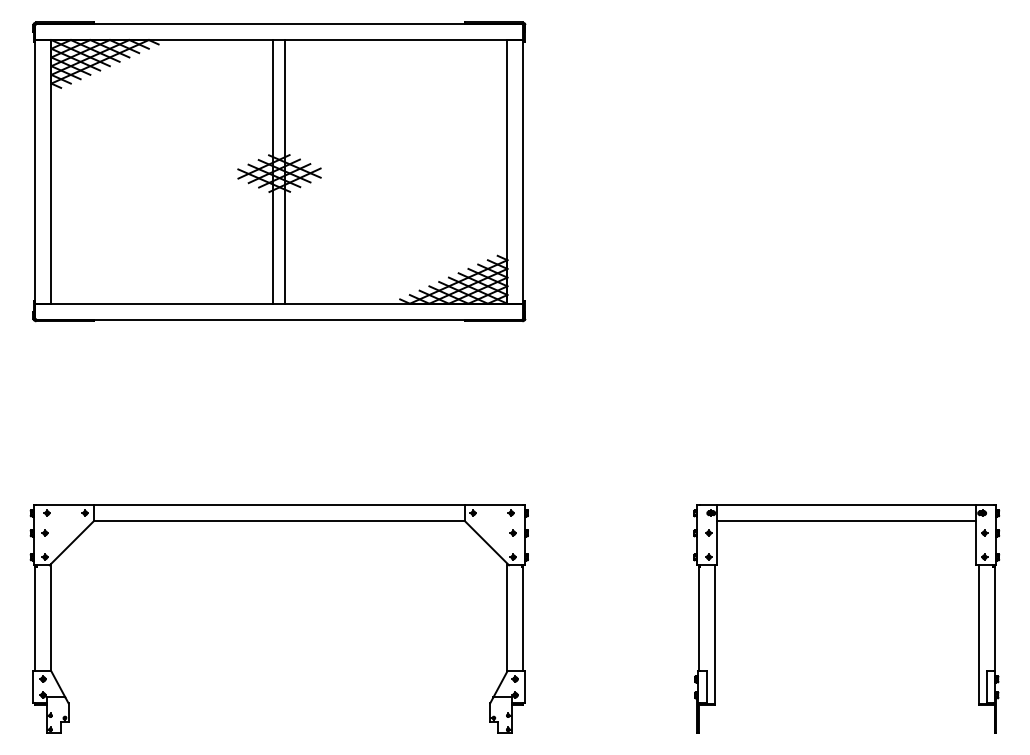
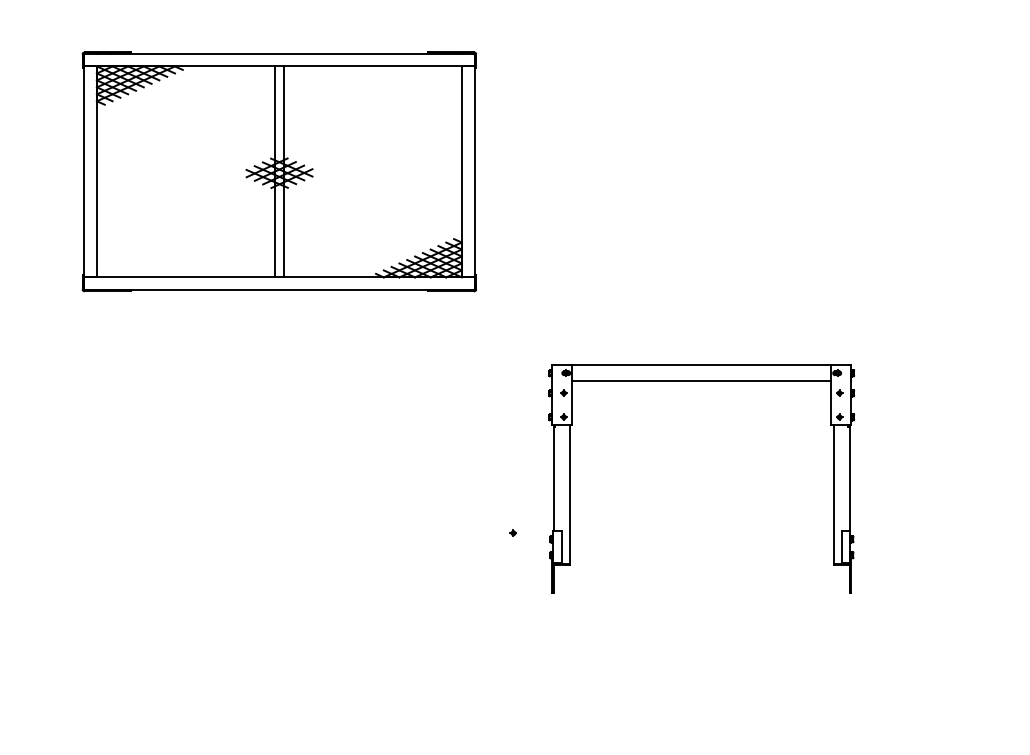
part at (279, 171) size: 495x302 px -> 396x242 px
part at (278, 521): present -> none
part at (846, 521) position: (846, 521) -> (701, 381)
